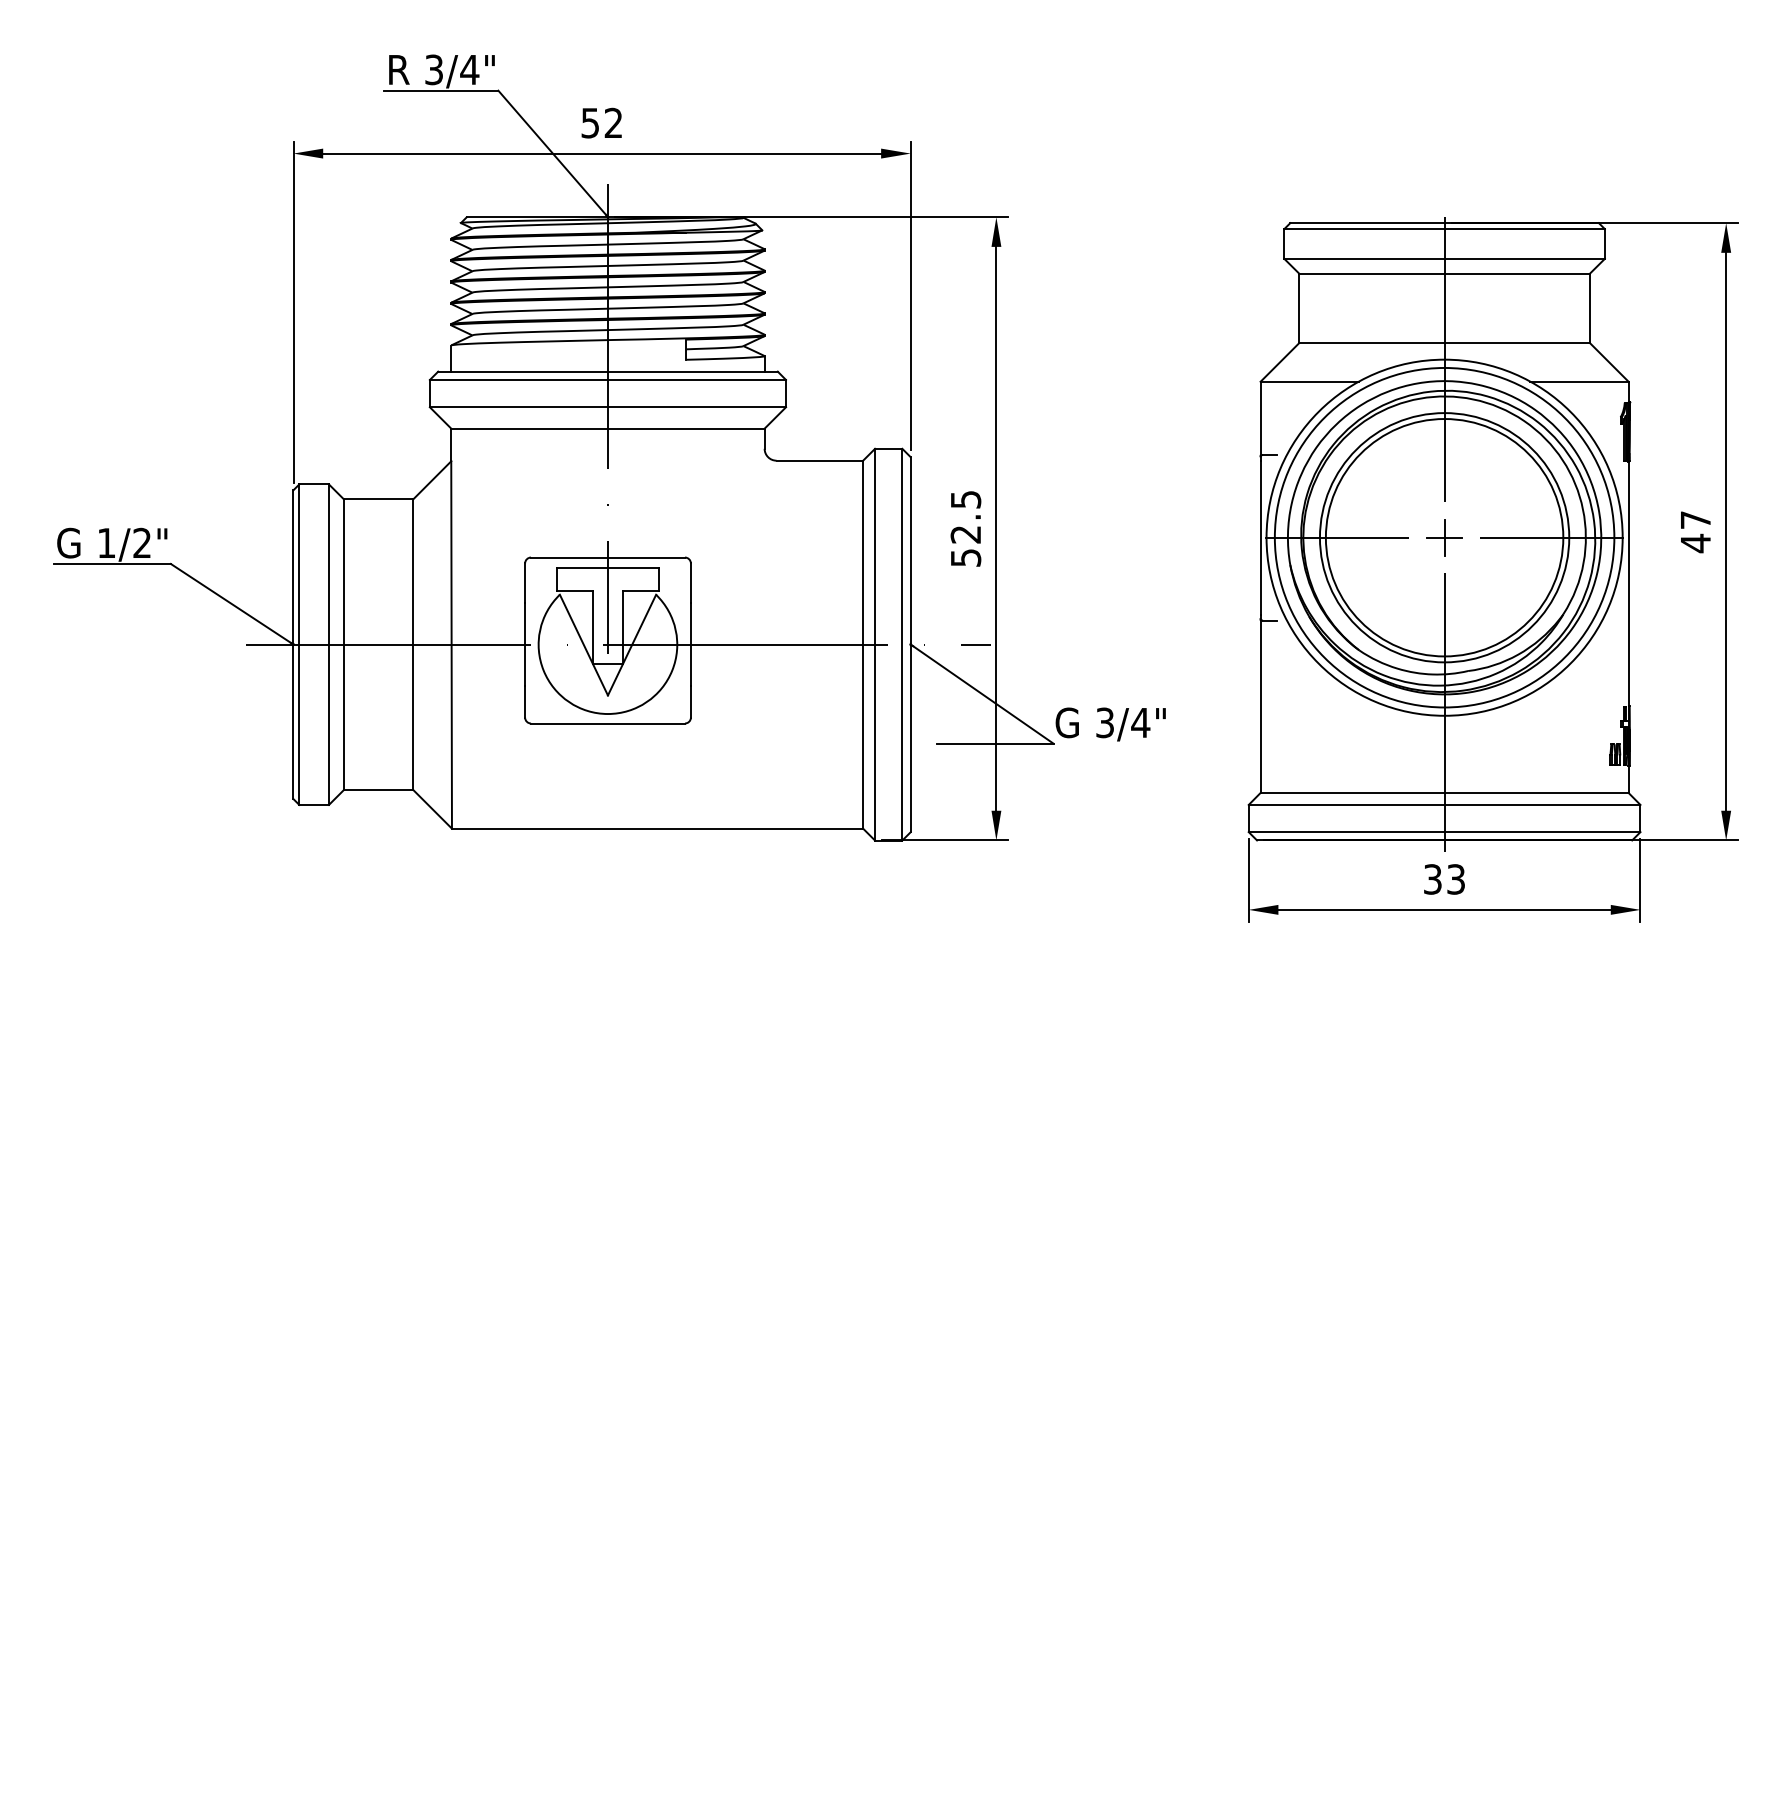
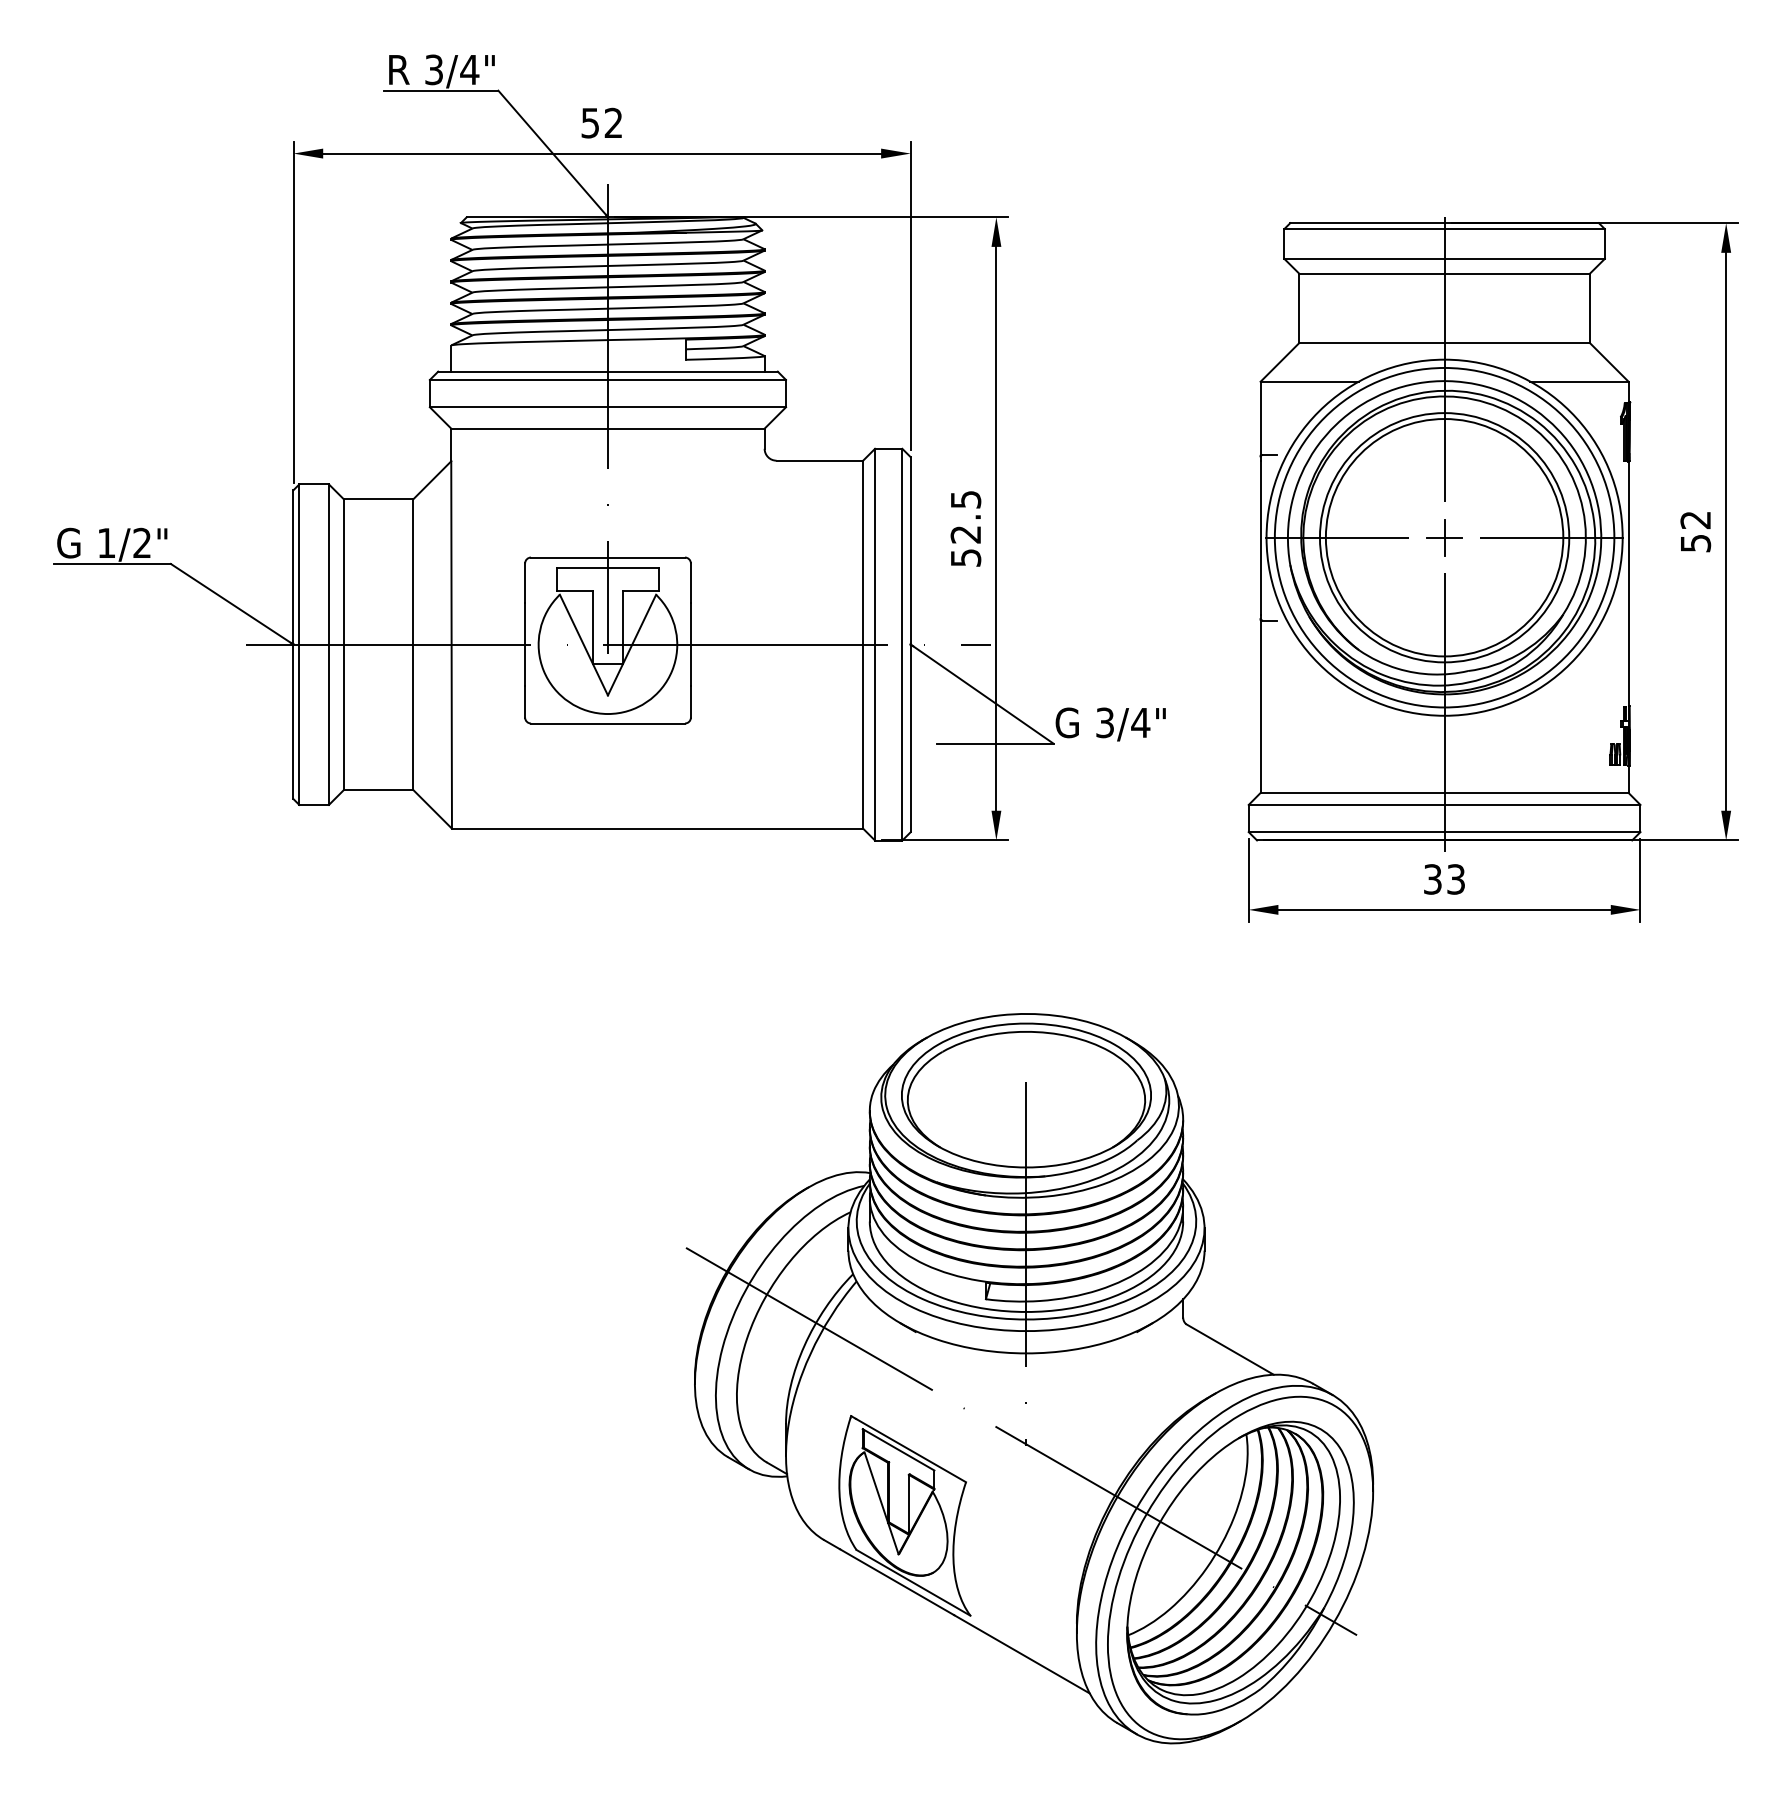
text at (1695, 532): 47 -> 52
part at (1029, 1378): none -> present
